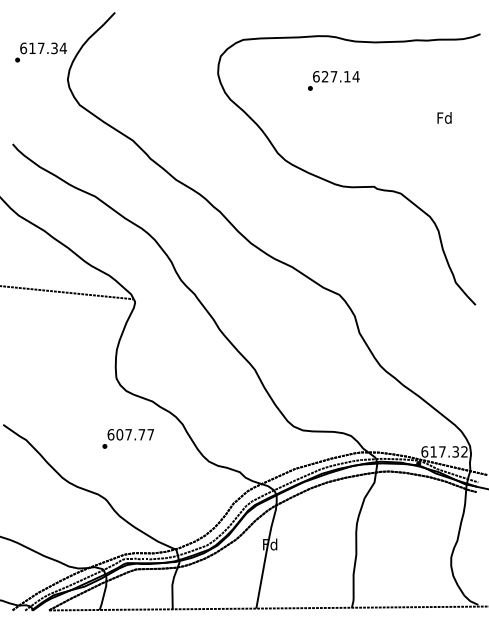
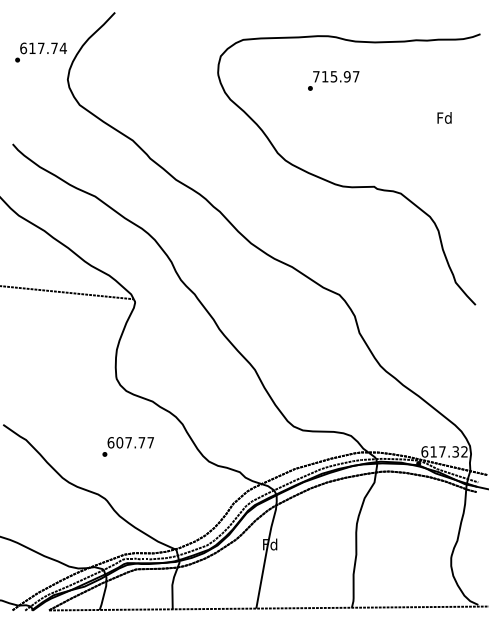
text at (54, 48): 617.34 -> 617.74
text at (336, 76): 627.14 -> 715.97
text at (127, 438) position: (127, 438) -> (127, 446)
